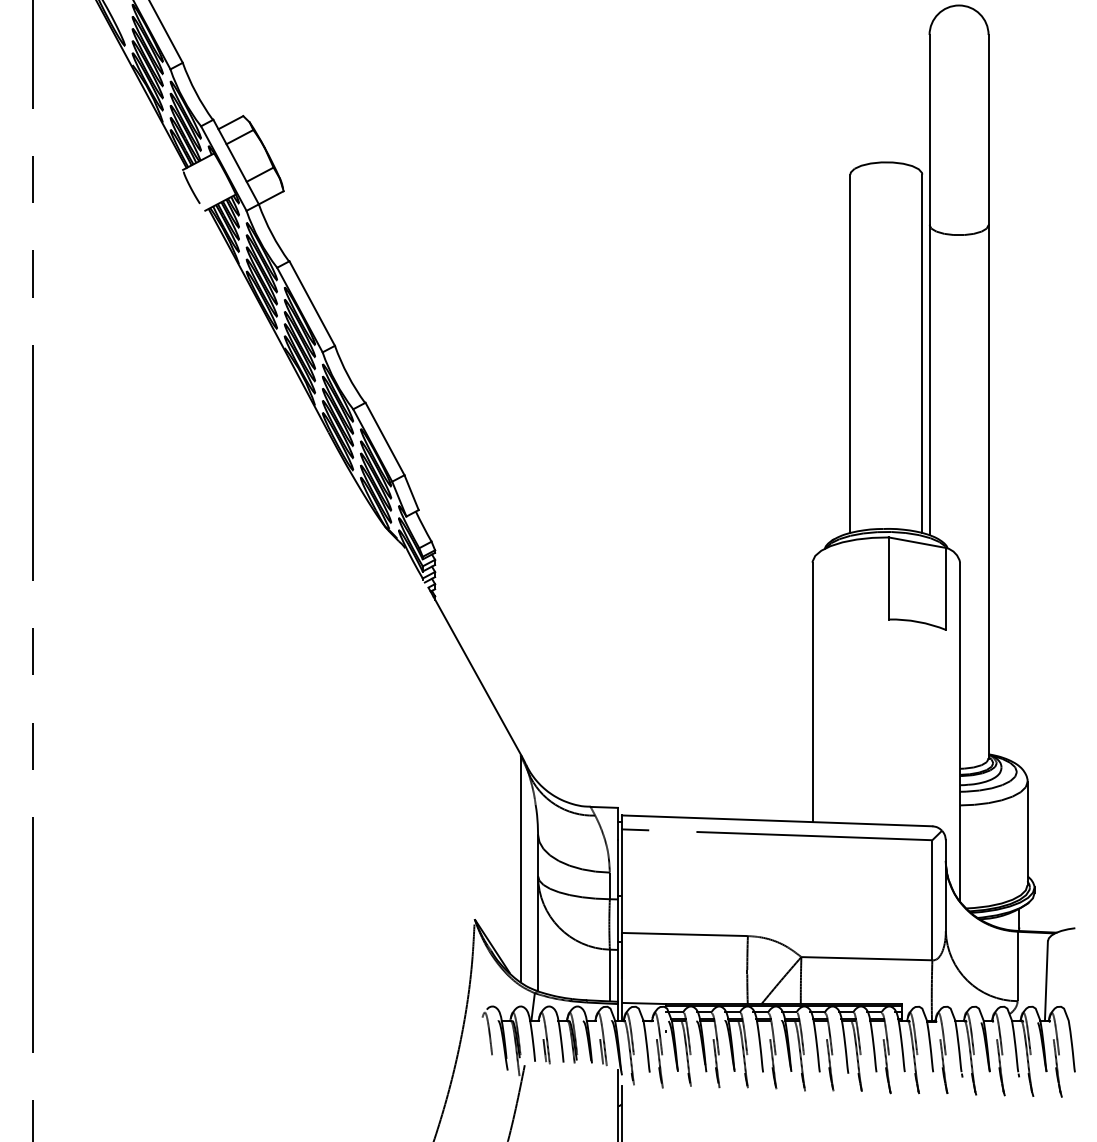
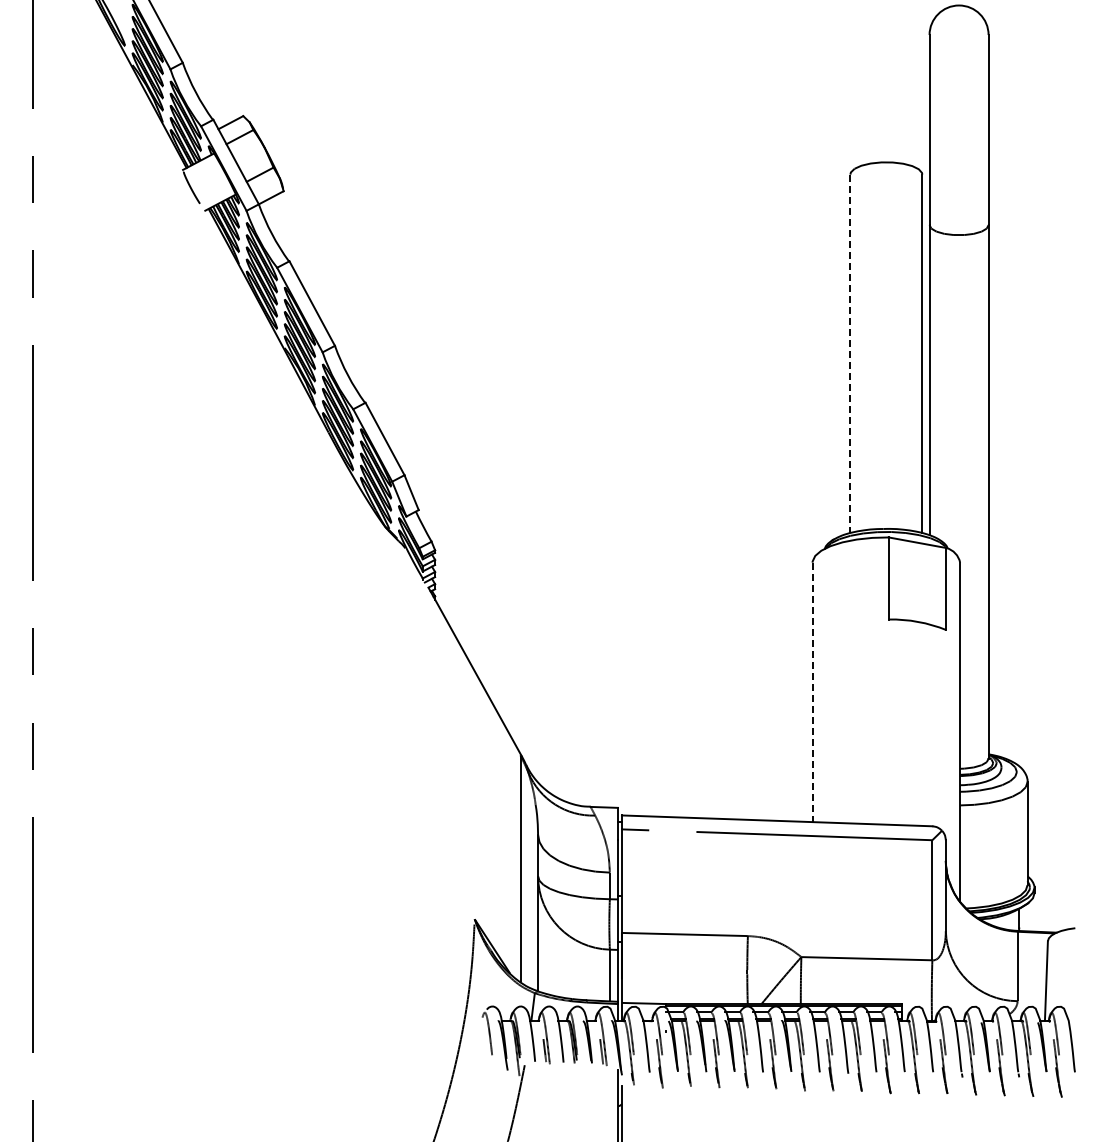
line at (850, 354): solid -> dashed
line at (812, 692): solid -> dashed
